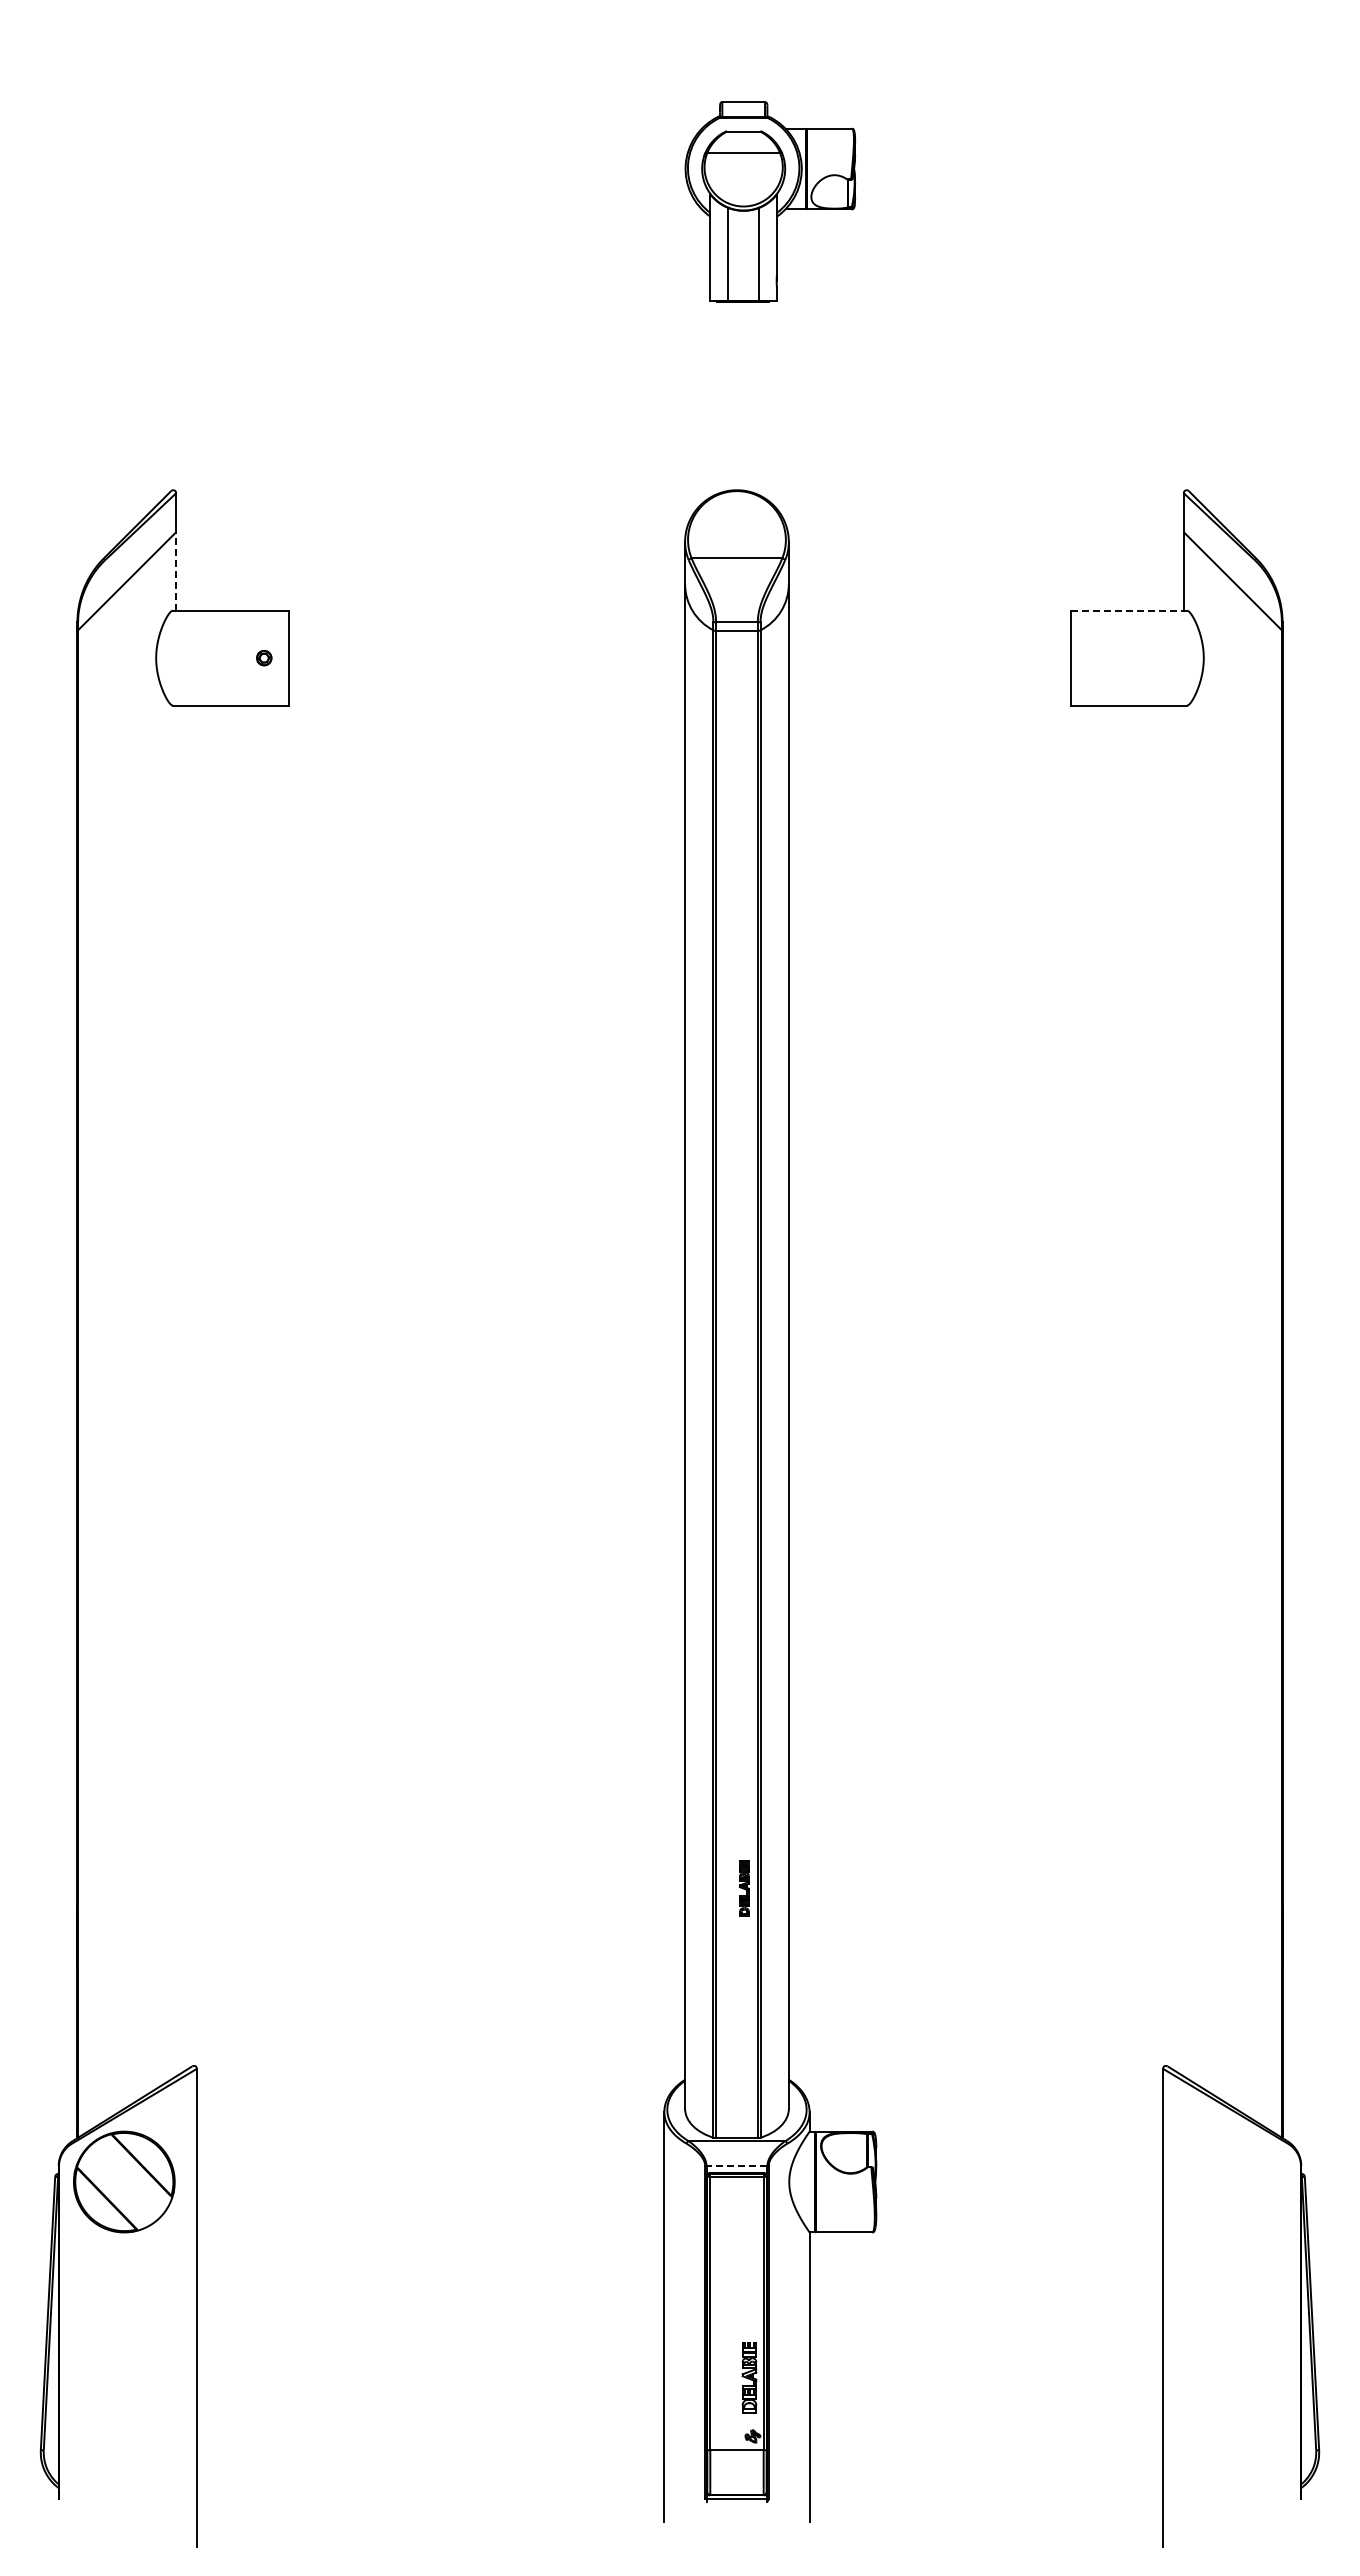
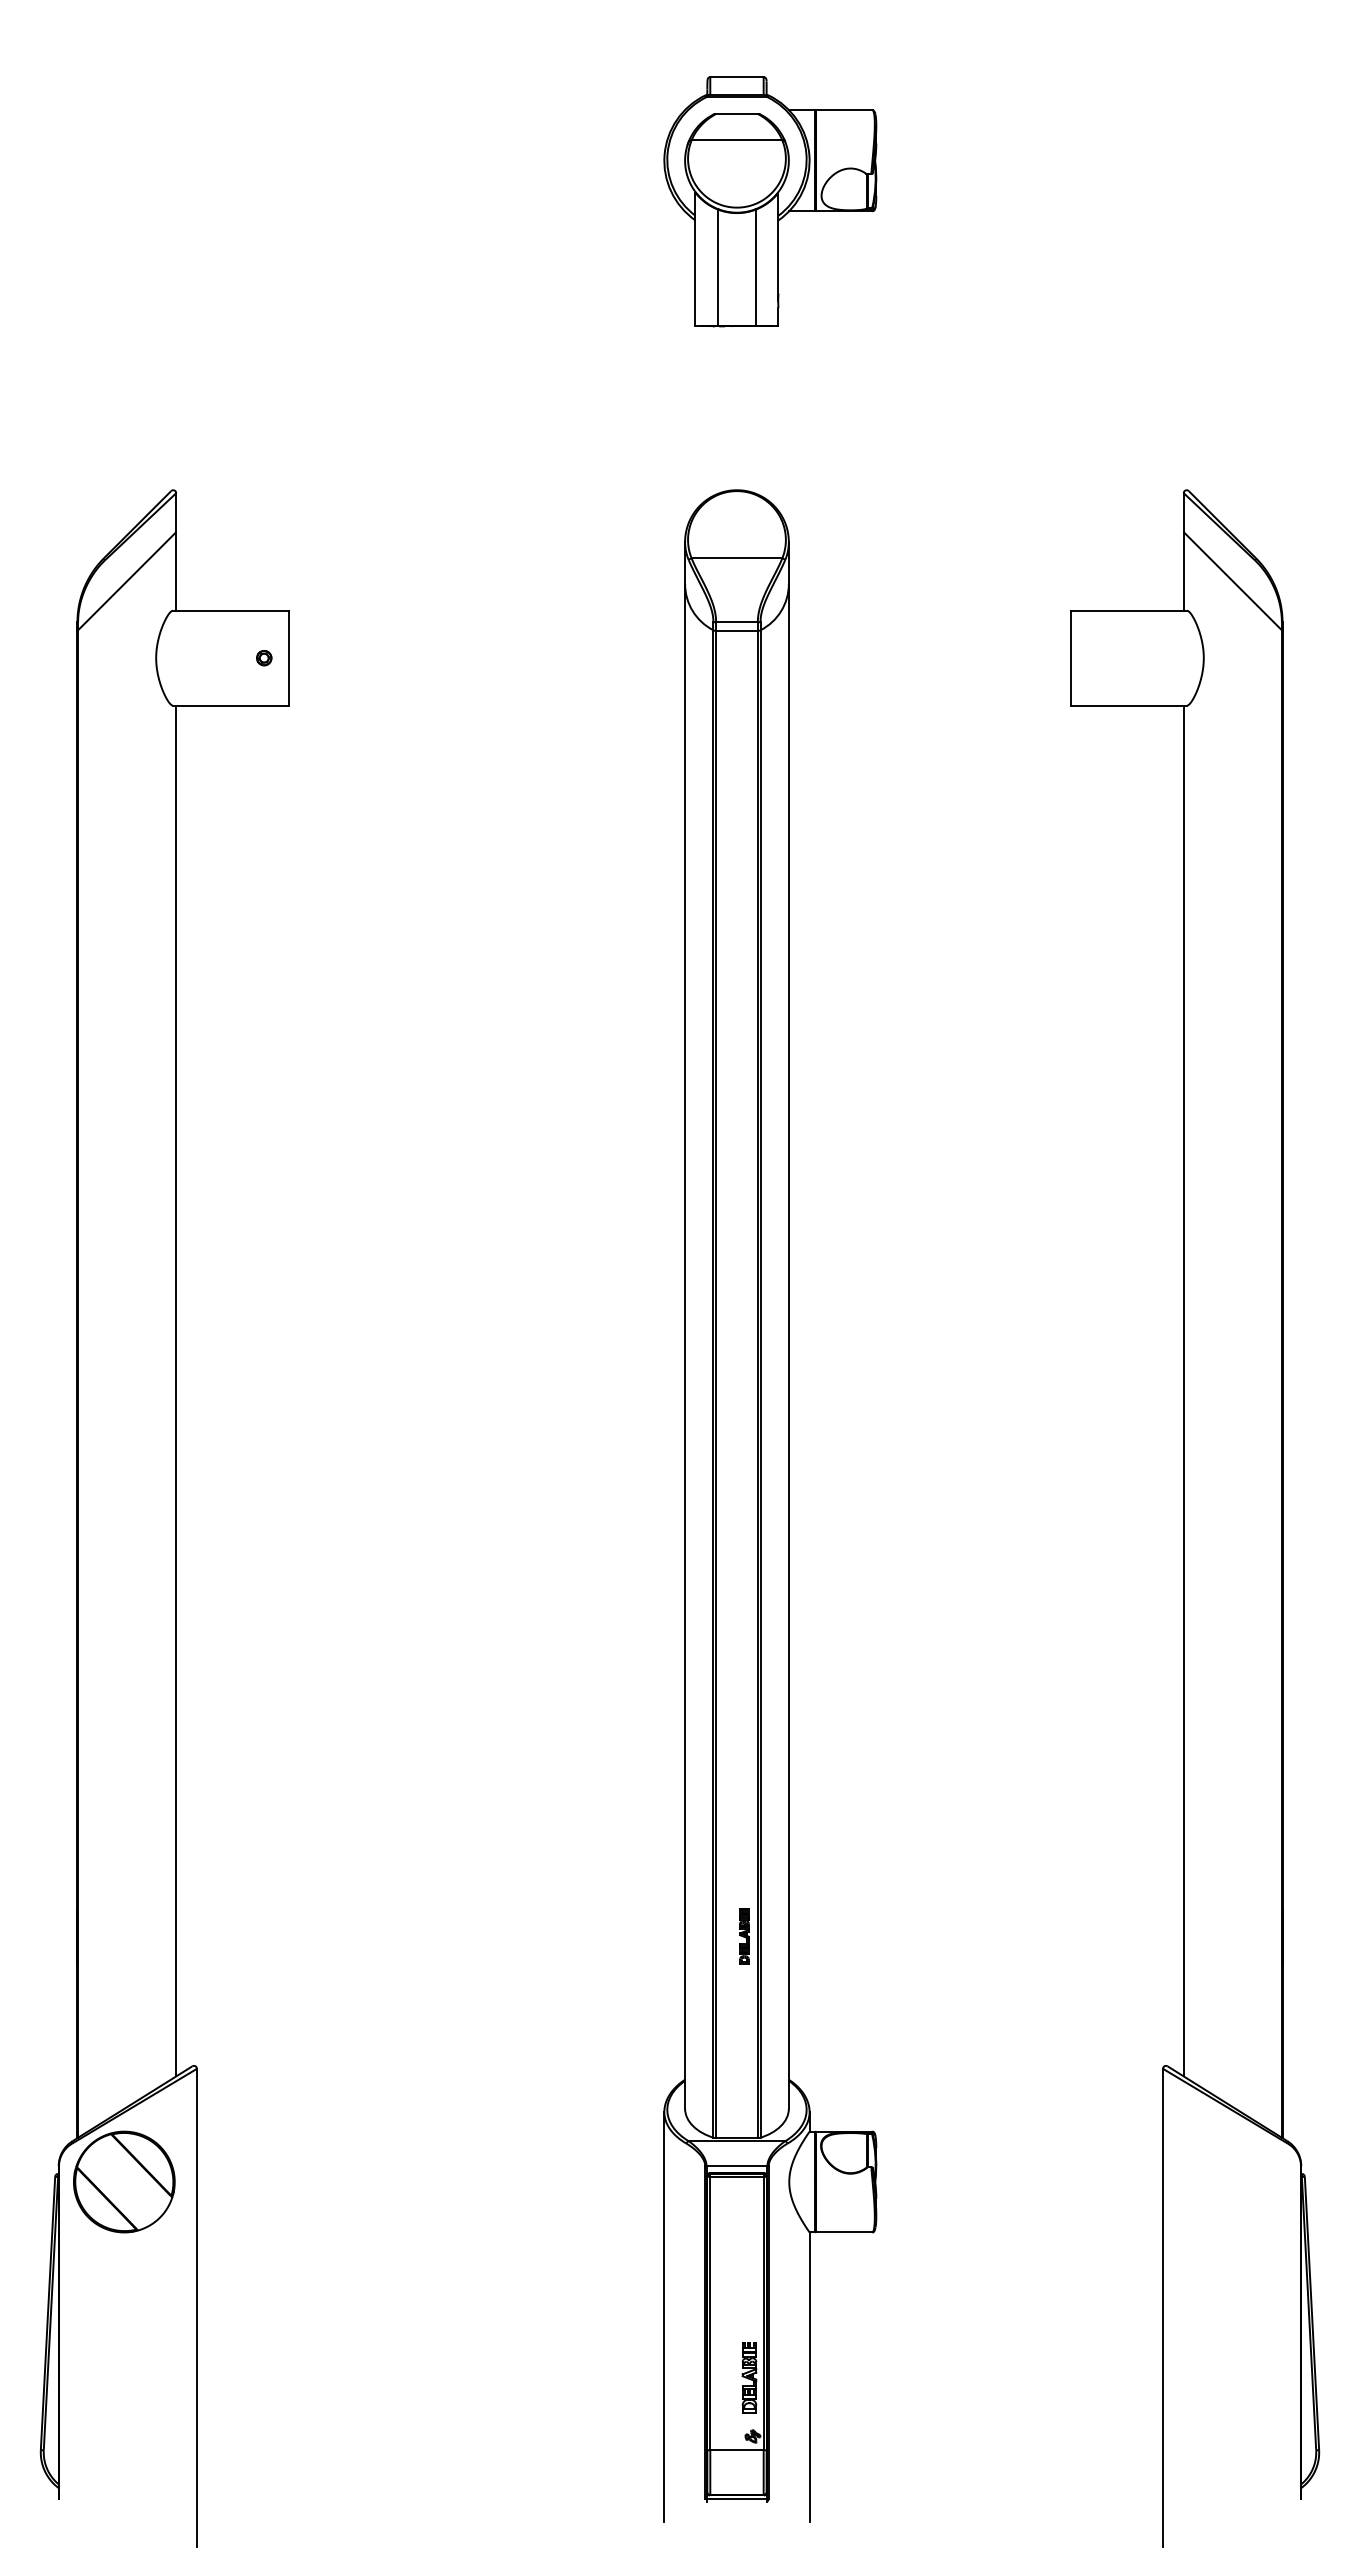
part at (770, 201) size: 173x202 px -> 215x252 px
line at (176, 570): dashed -> solid
line at (1129, 610): dashed -> solid
line at (176, 1390): none -> present
line at (1183, 1390): none -> present
part at (744, 1888) position: (744, 1888) -> (744, 1936)
line at (736, 2166): dashed -> solid
